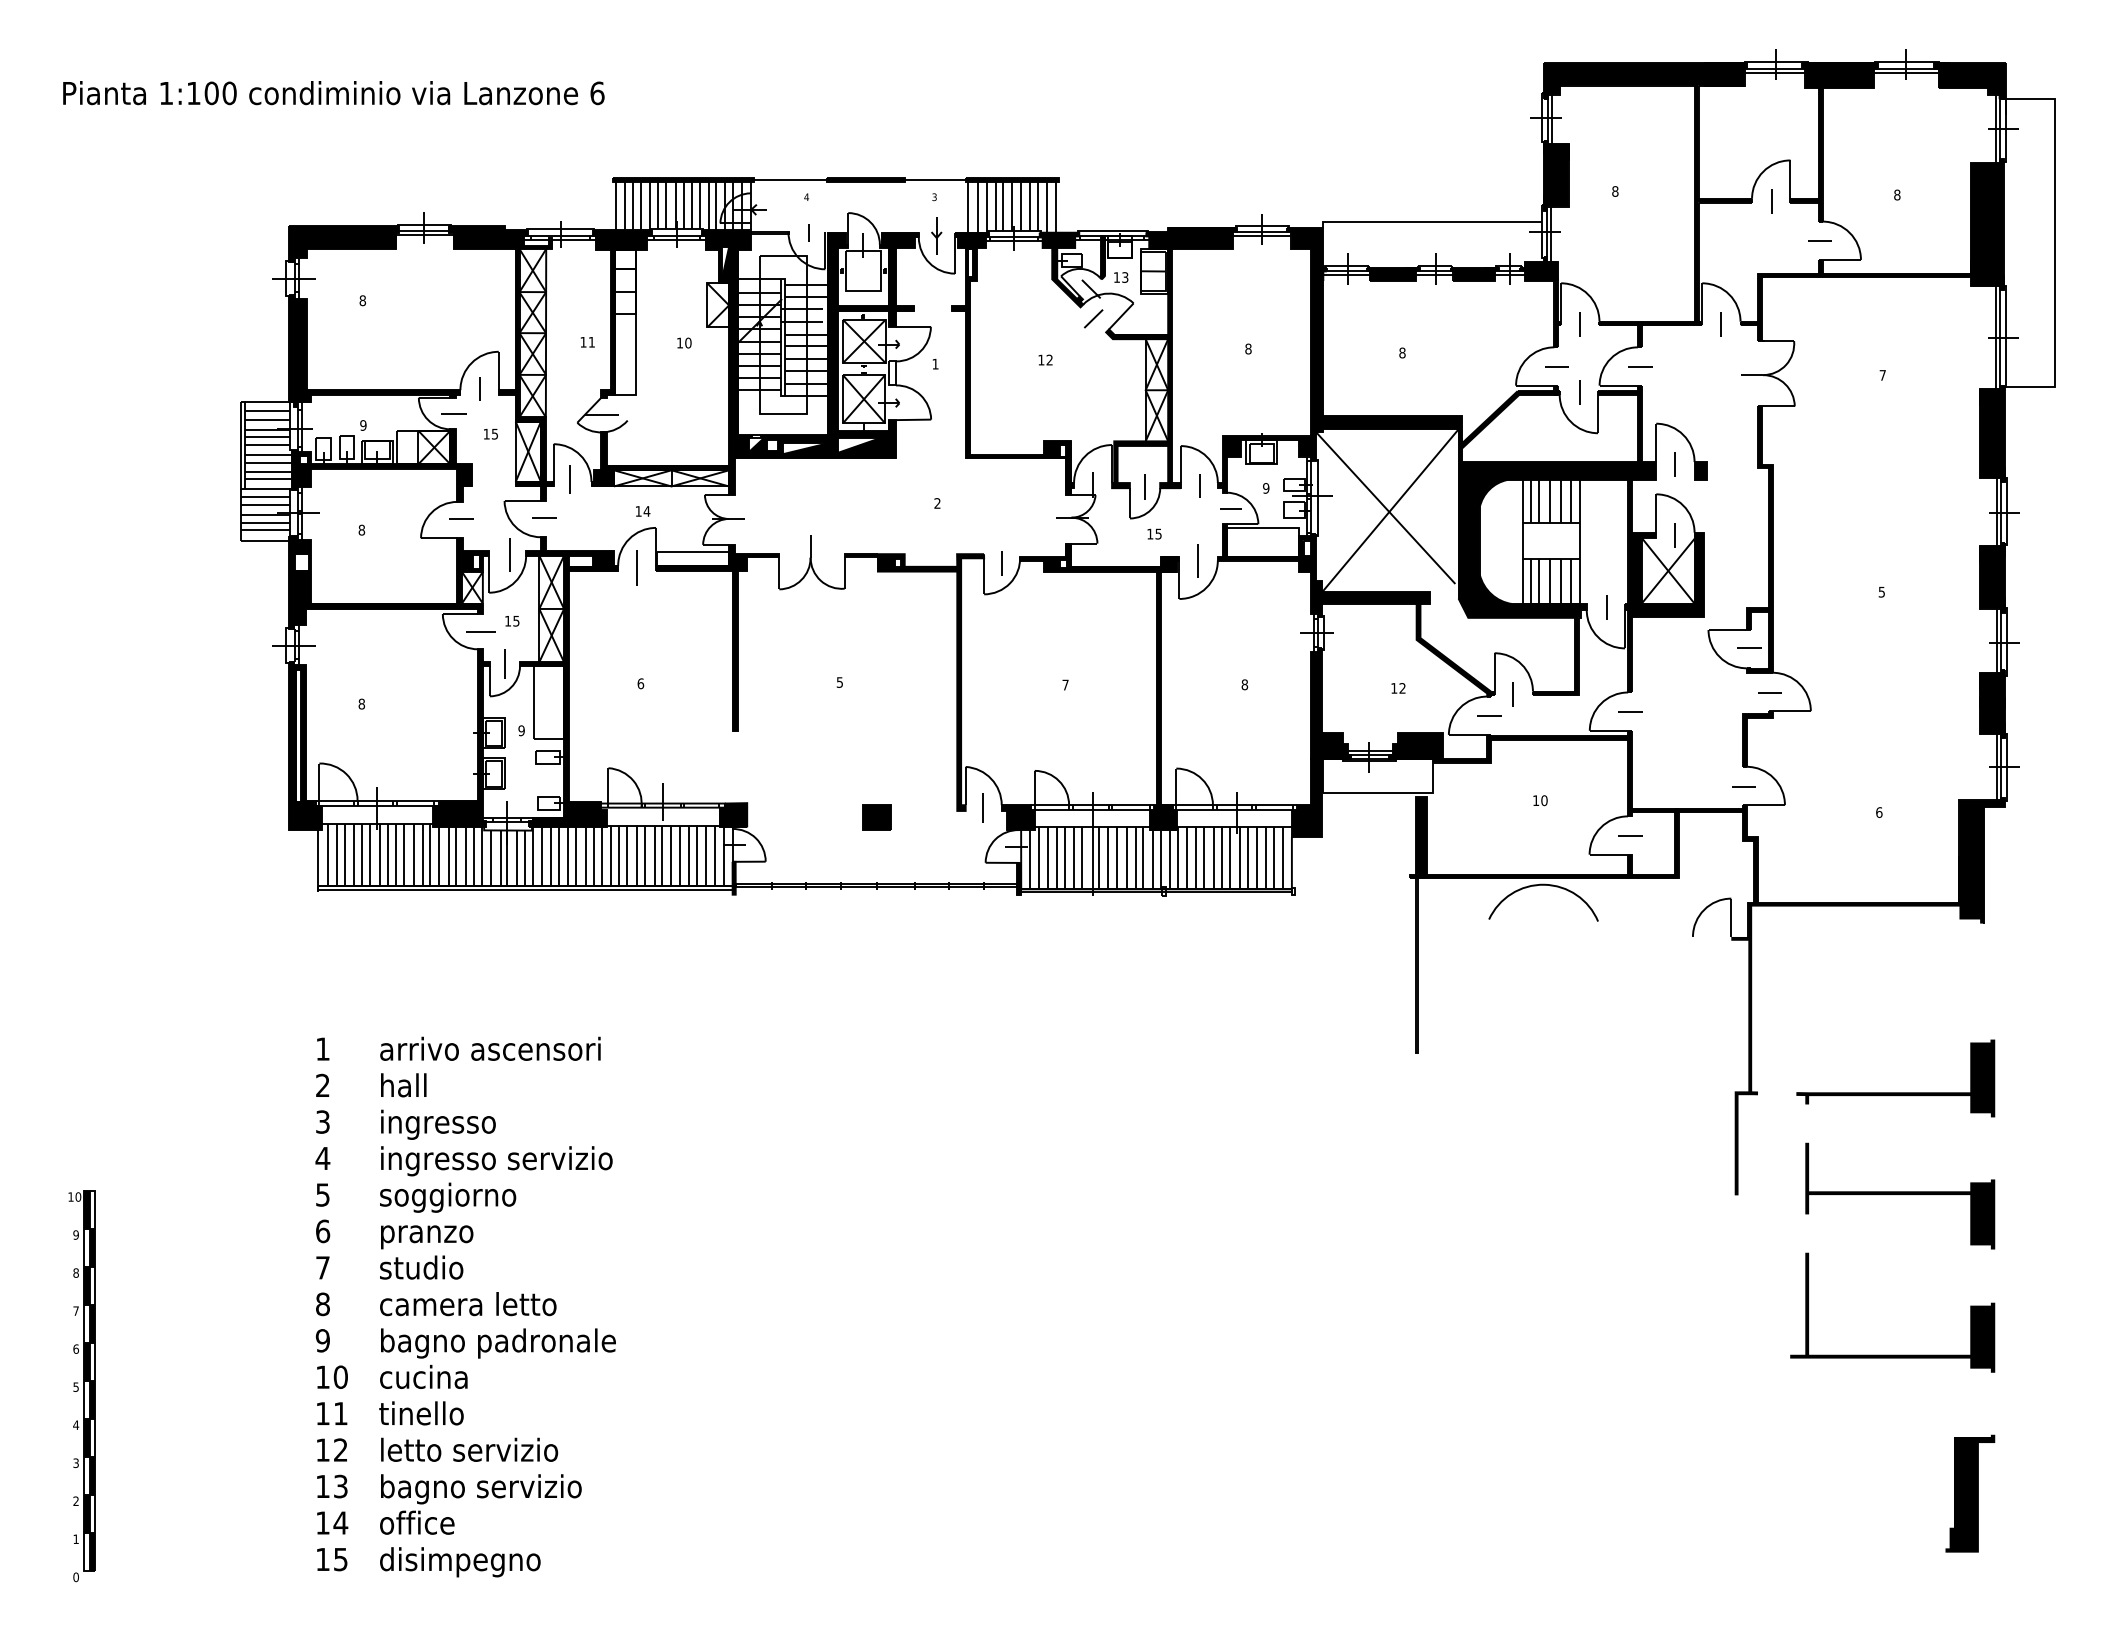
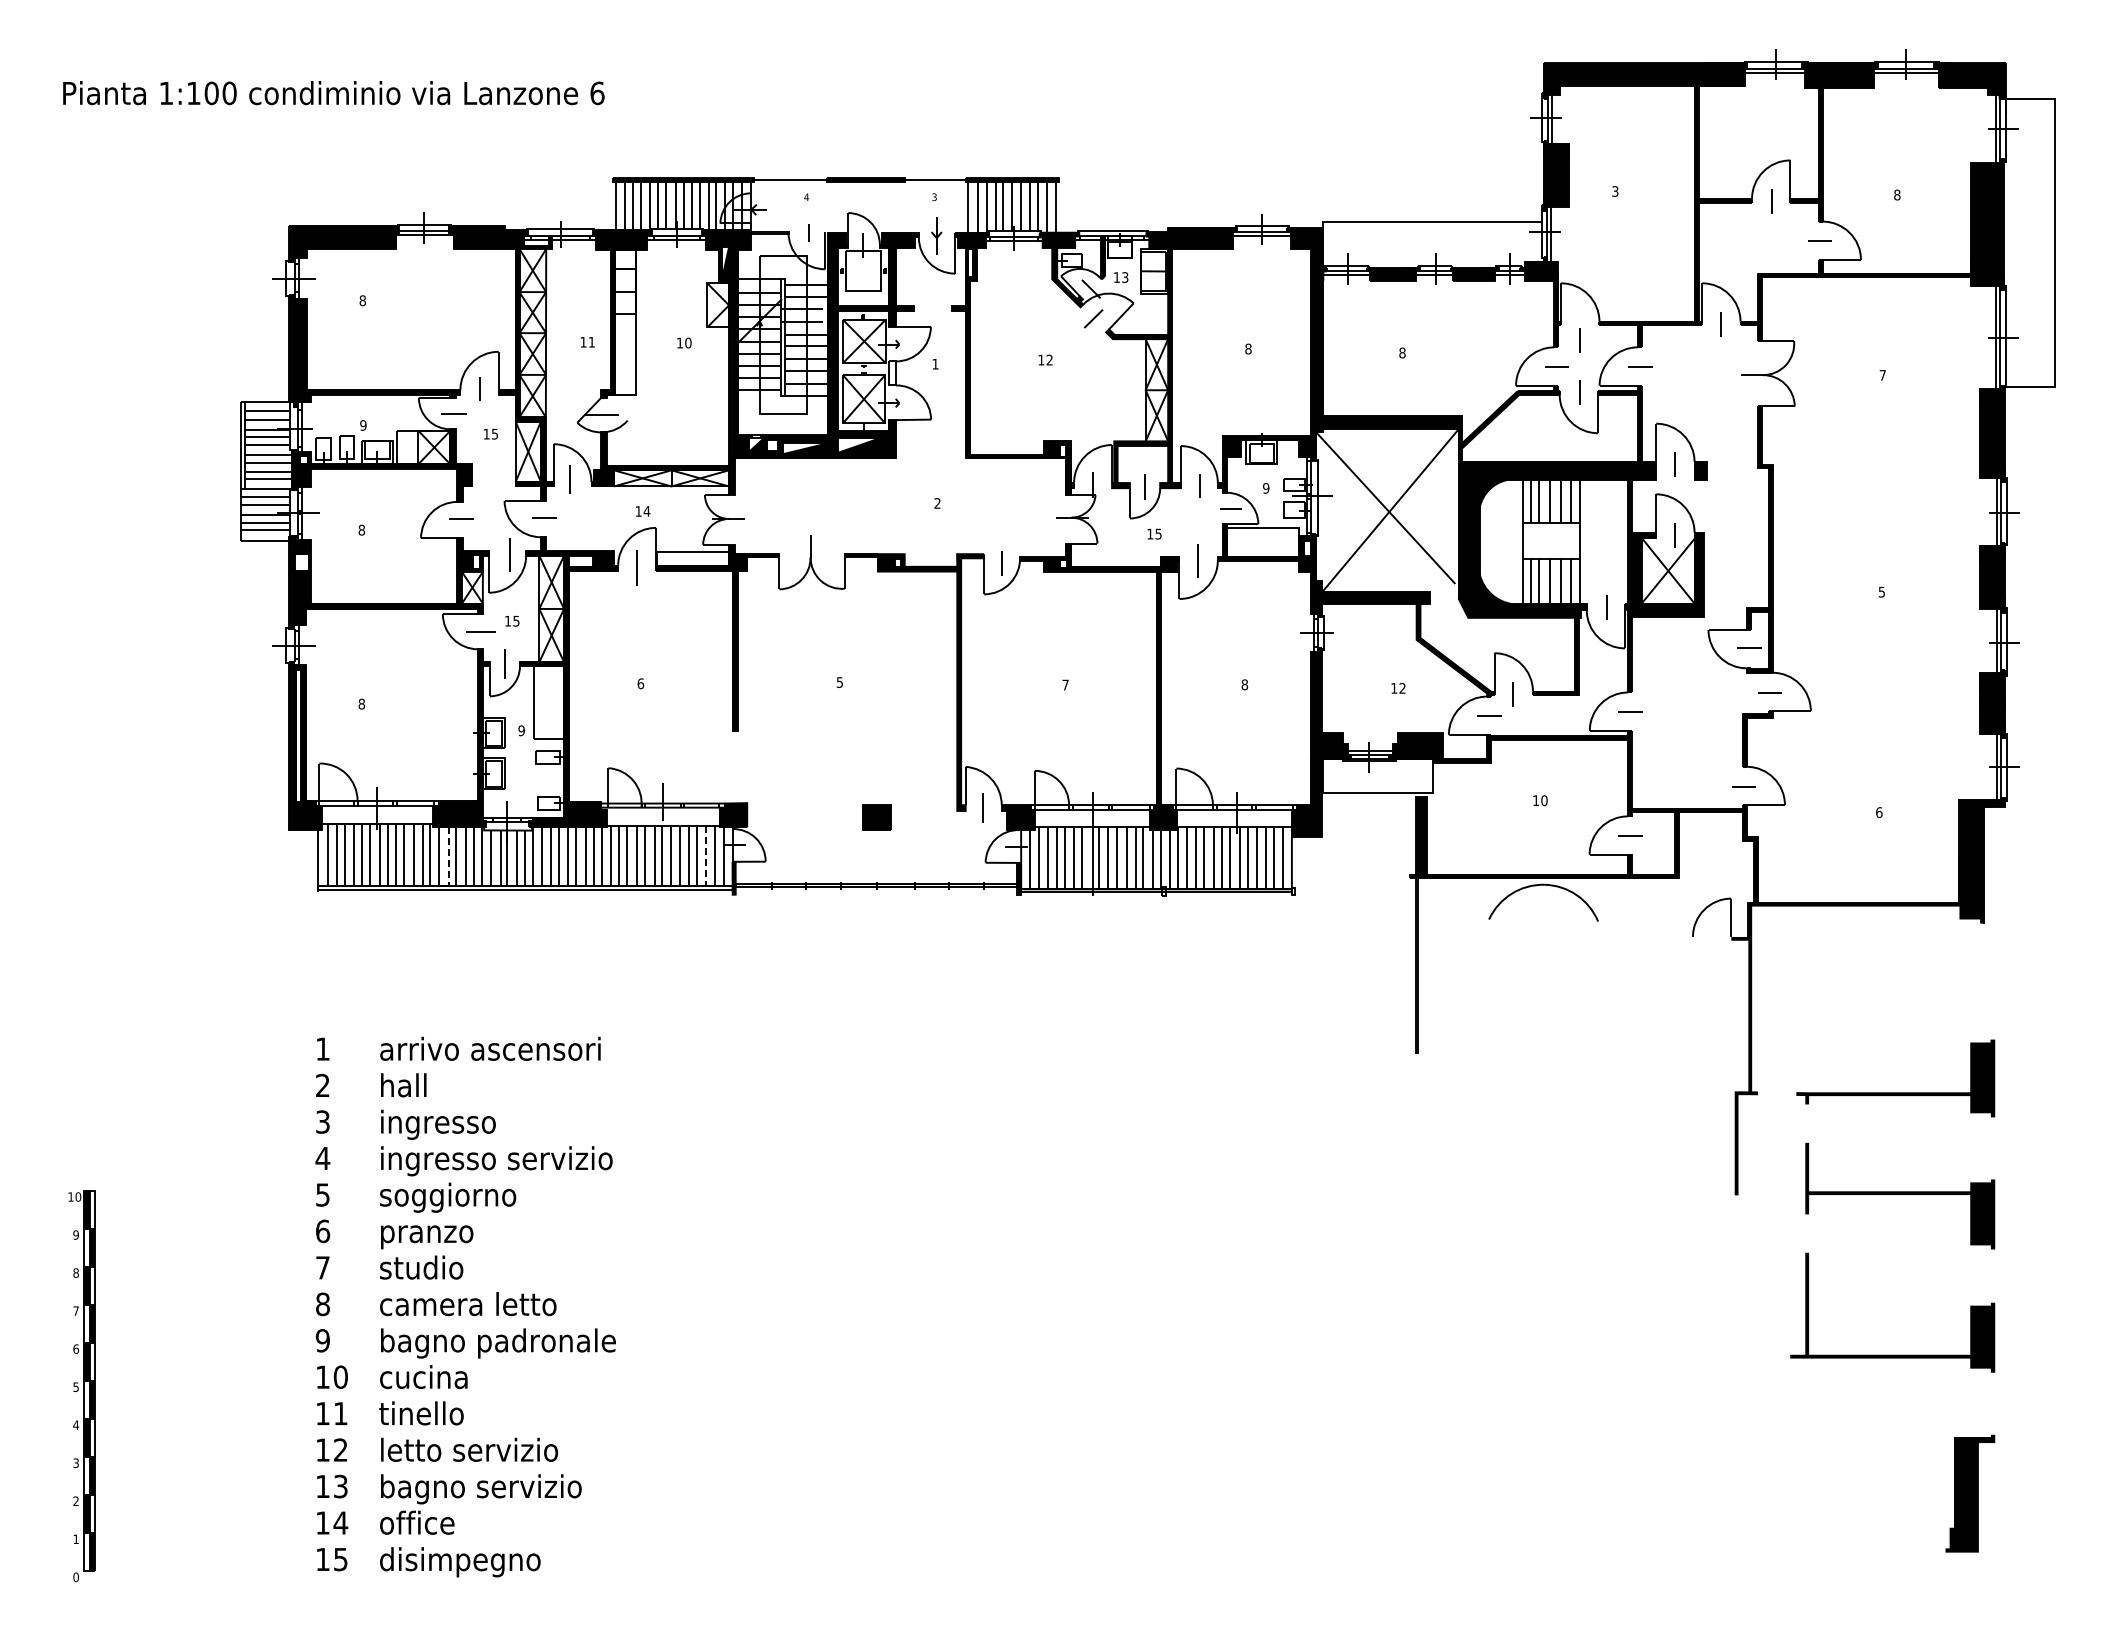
text at (1615, 191): 8 -> 3
line at (1579, 324) position: (1579, 324) -> (1579, 340)
line at (448, 856): solid -> dashed
line at (705, 856): solid -> dashed
